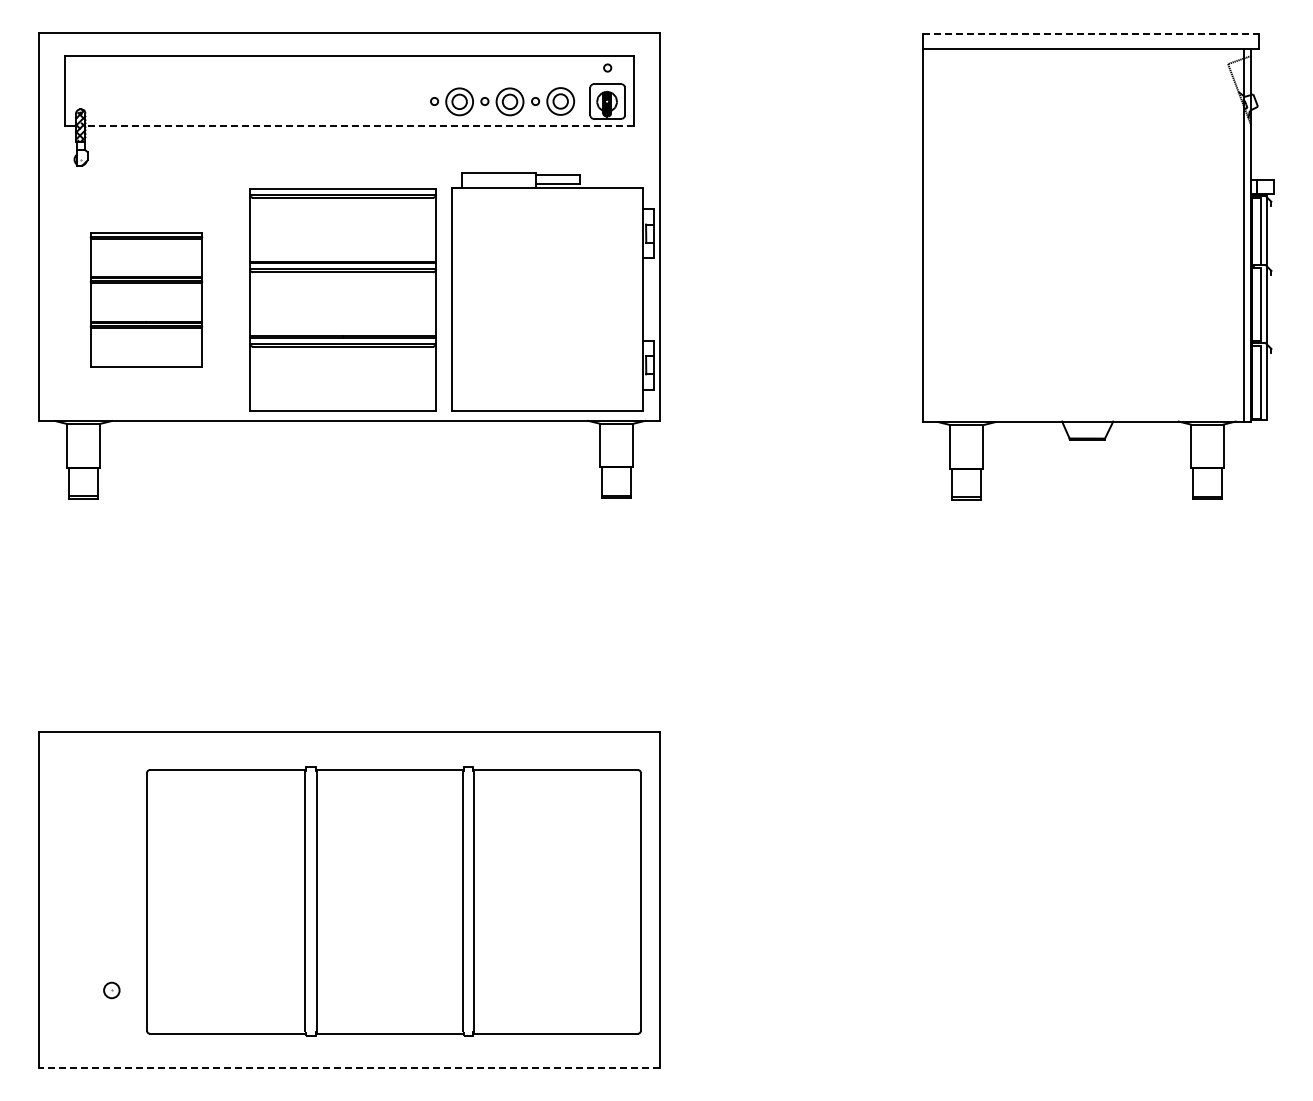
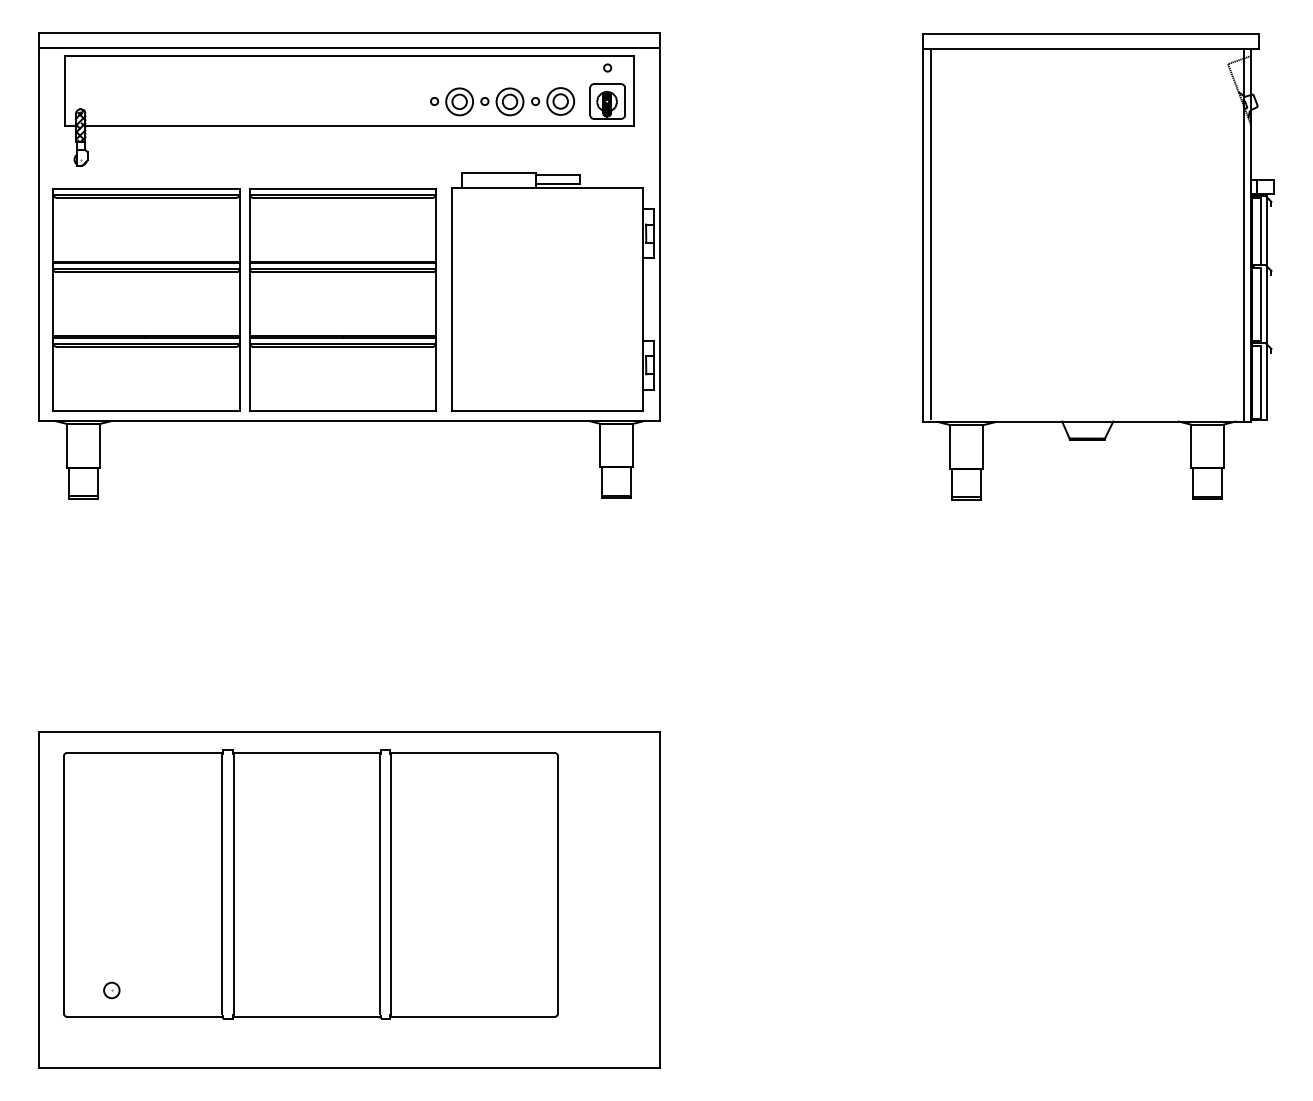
line at (1091, 33): dashed -> solid
line at (349, 48): none -> present
line at (359, 125): dashed -> solid
line at (930, 233): none -> present
part at (146, 299) size: 115x136 px -> 189x224 px
part at (393, 901) position: (393, 901) -> (310, 884)
line at (349, 1068): dashed -> solid
